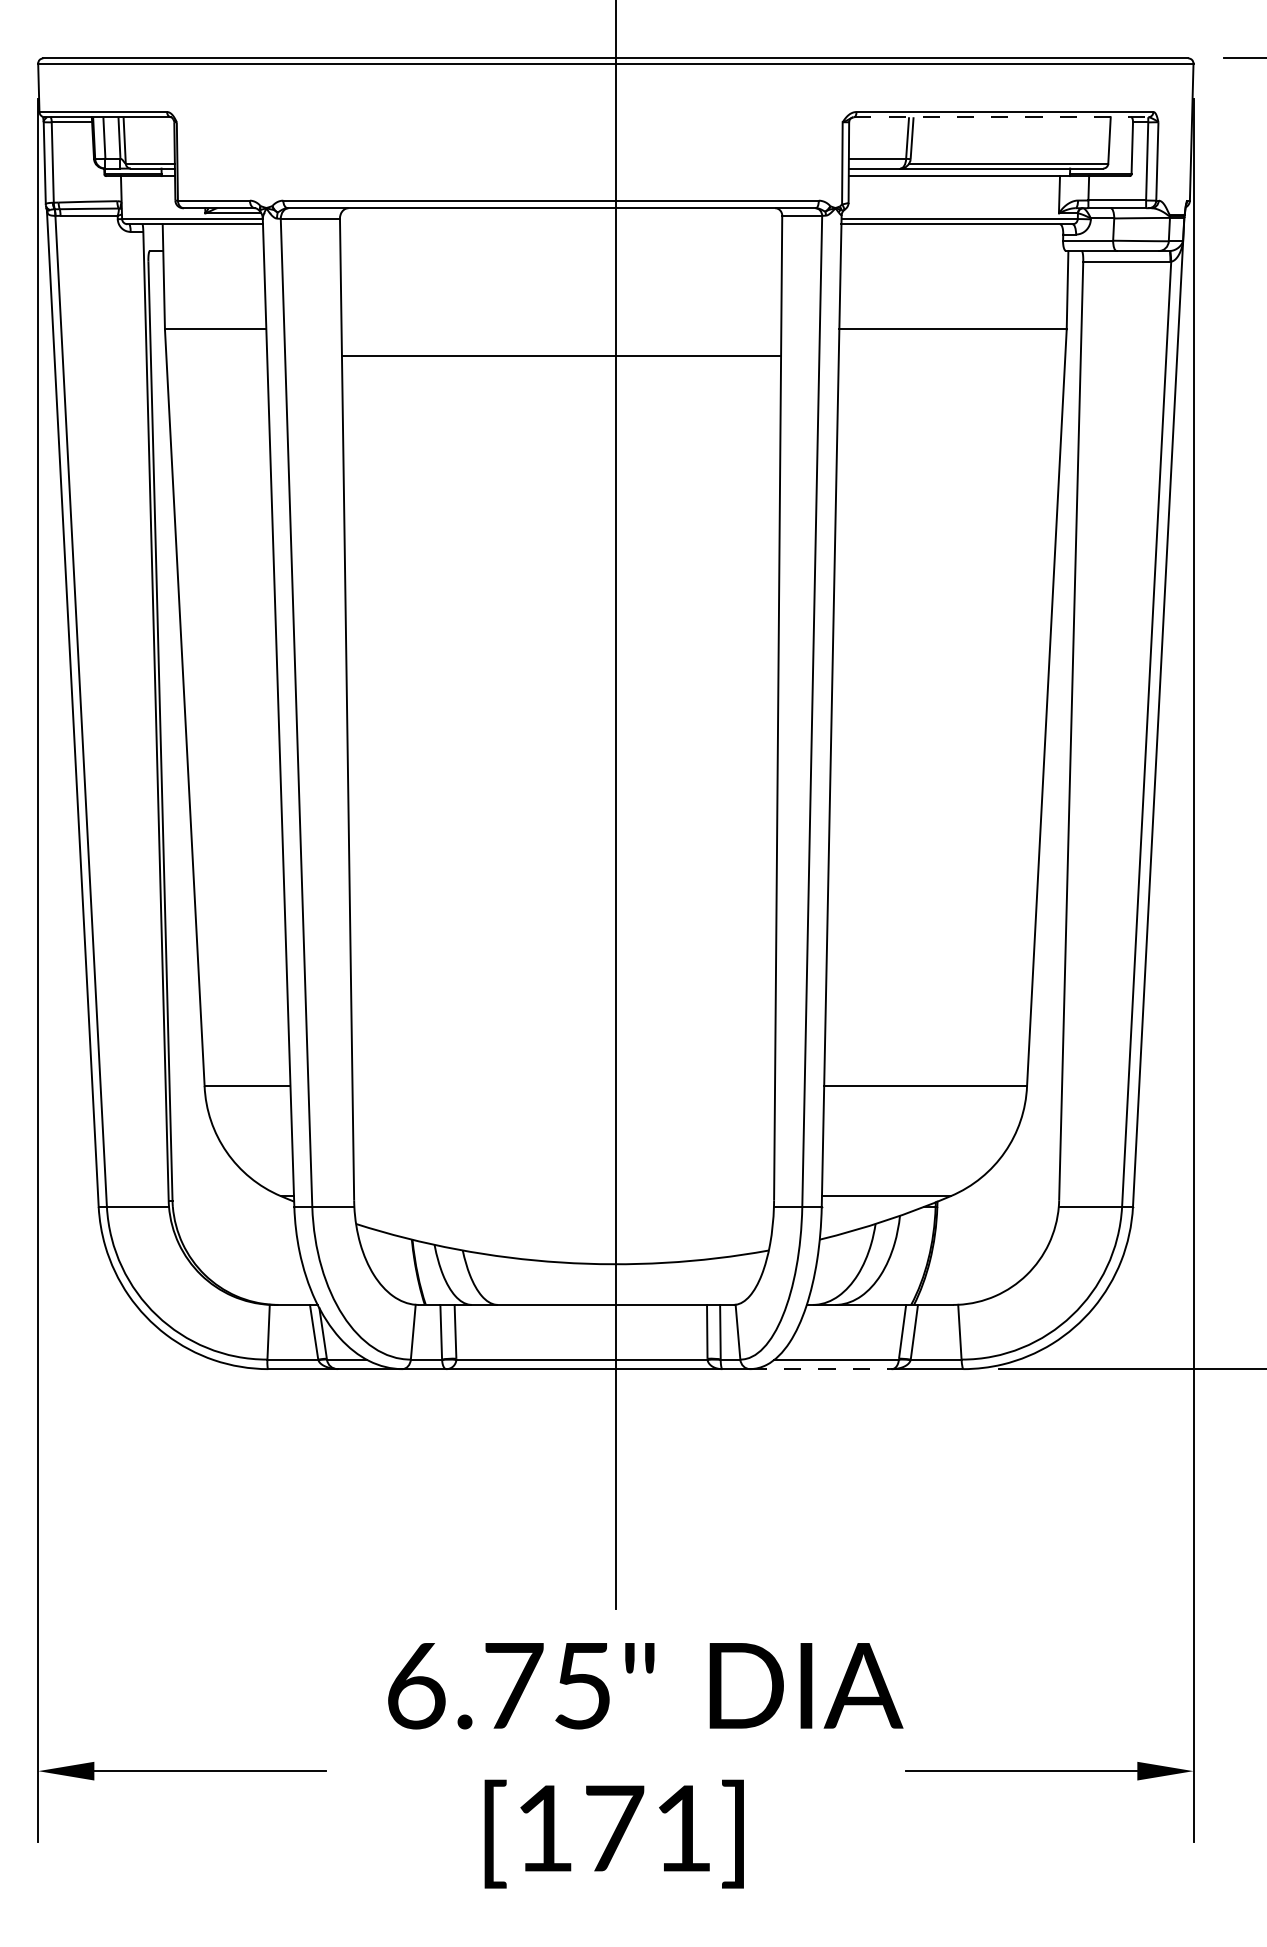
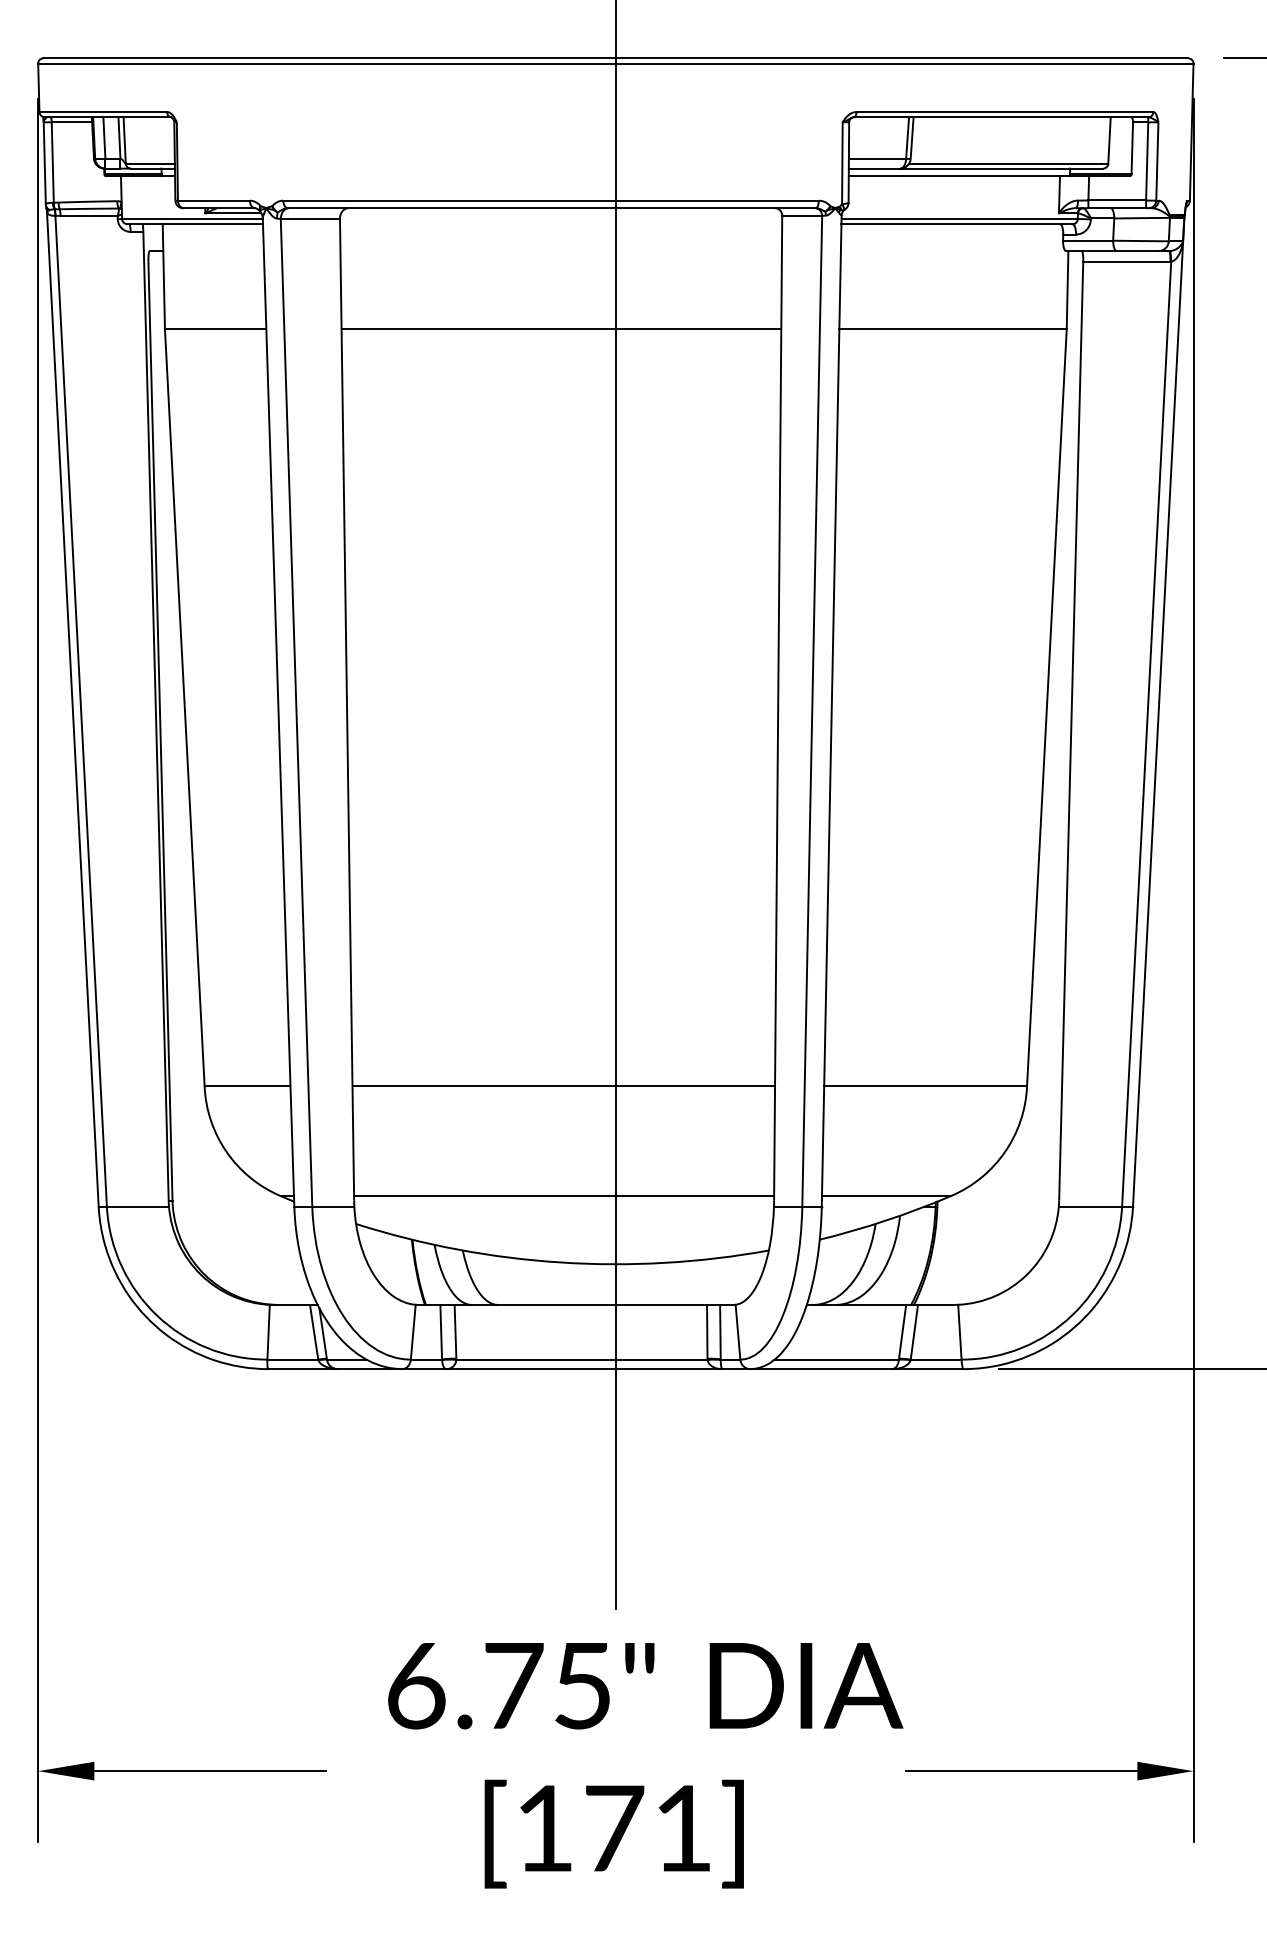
line at (1001, 117): dashed -> solid
line at (561, 356) position: (561, 356) -> (561, 329)
line at (563, 1086): none -> present
line at (564, 1196): none -> present
line at (820, 1369): dashed -> solid
